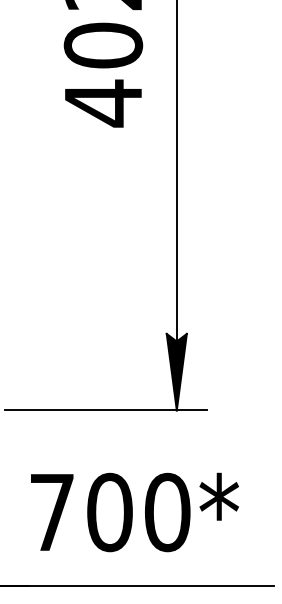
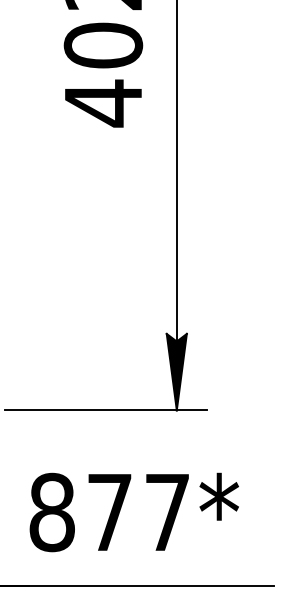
text at (109, 512): 700* -> 877*
